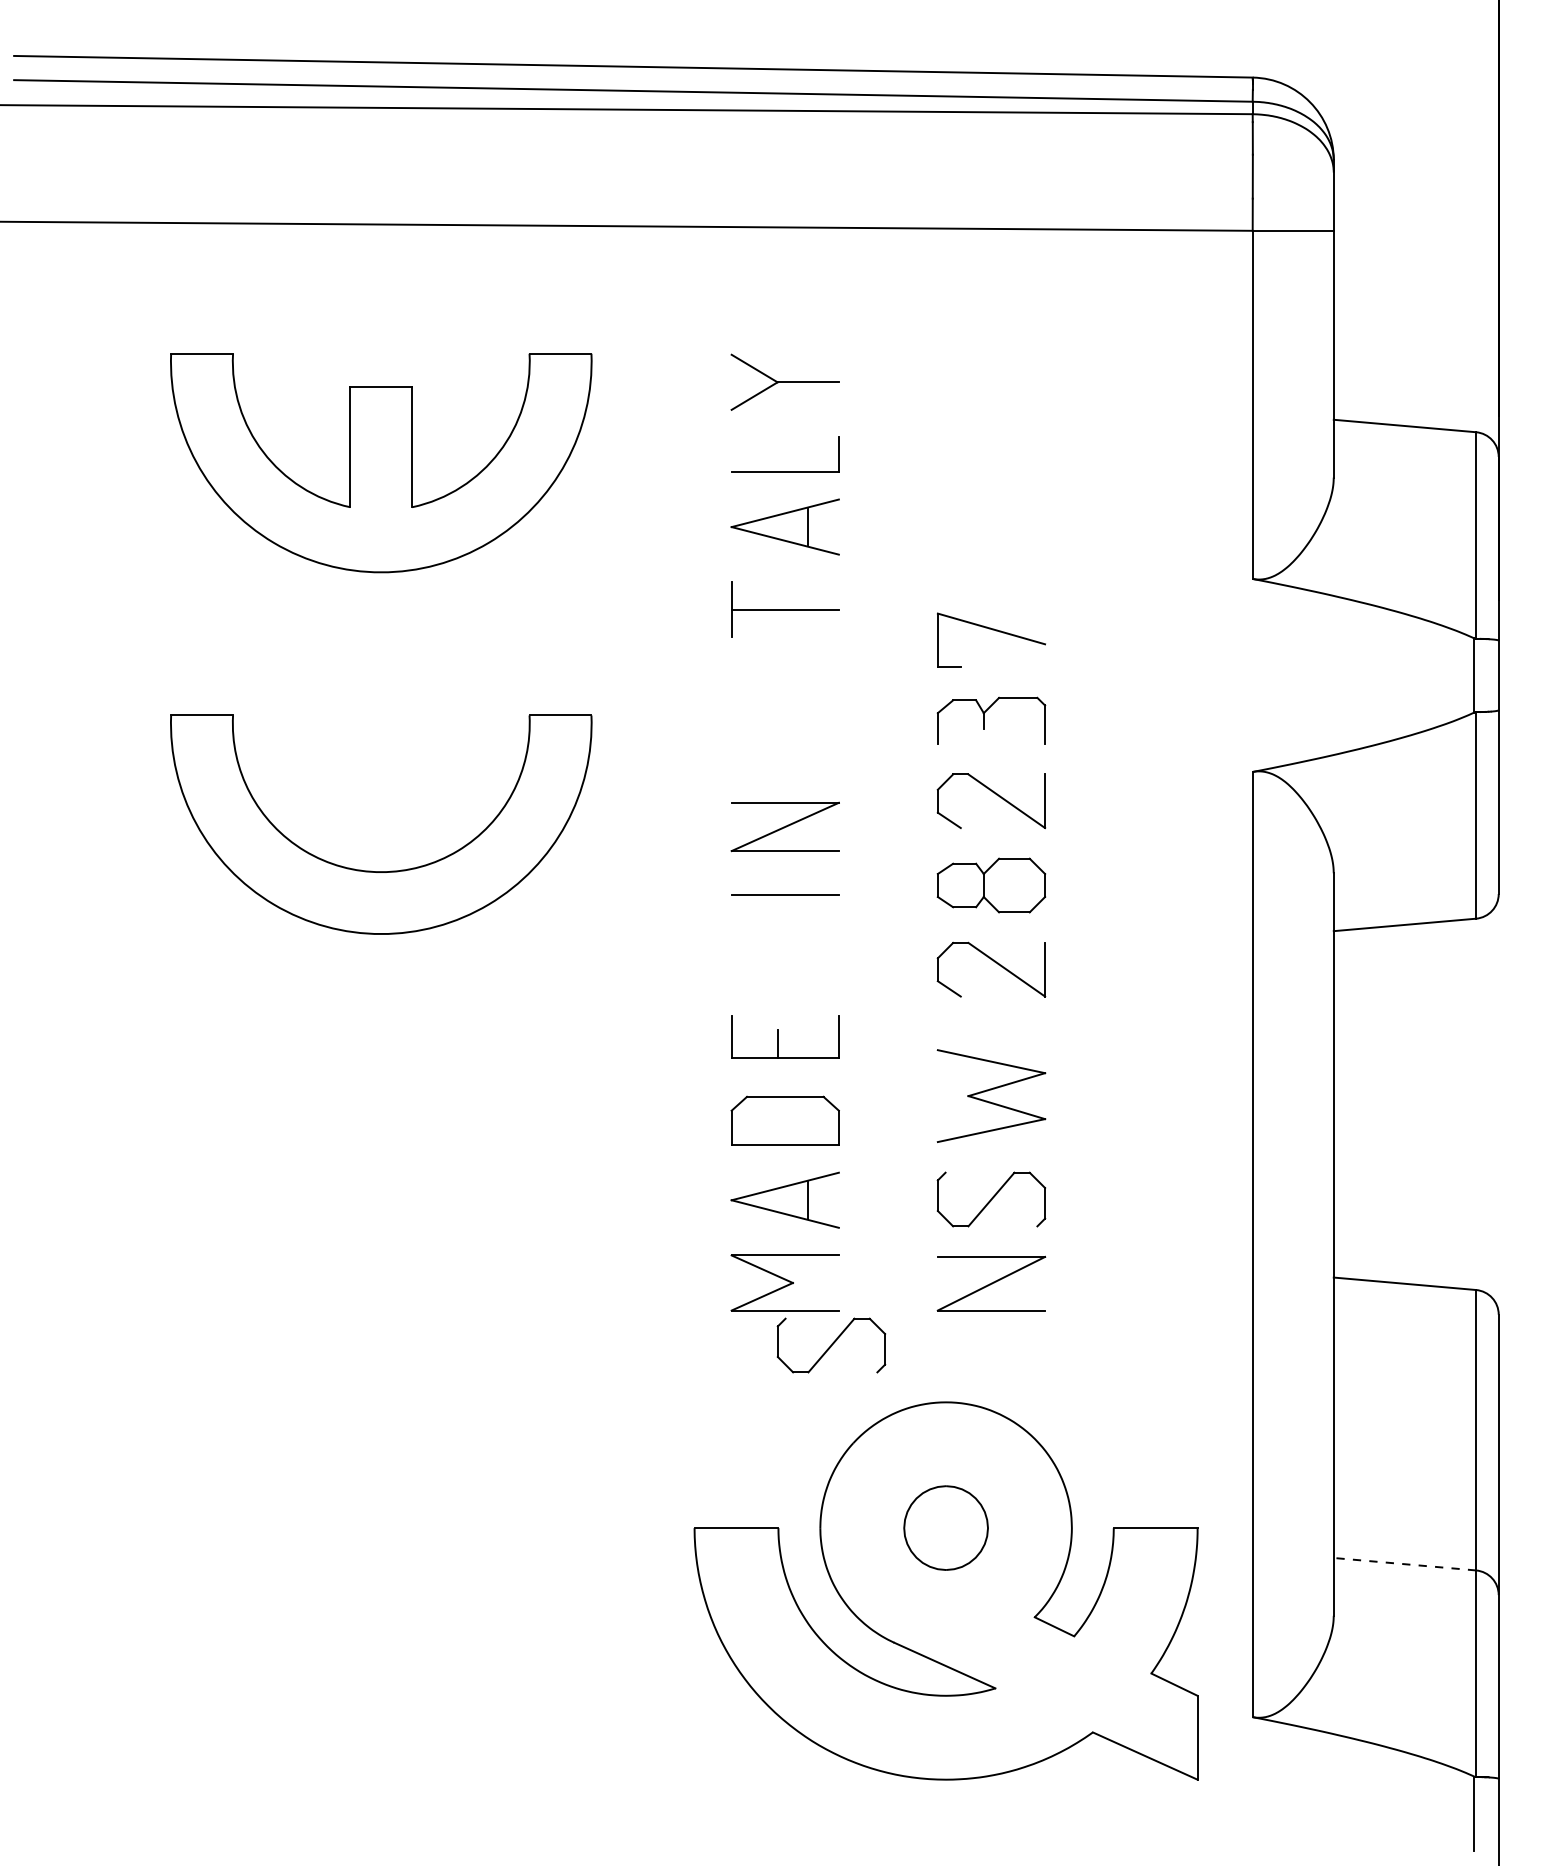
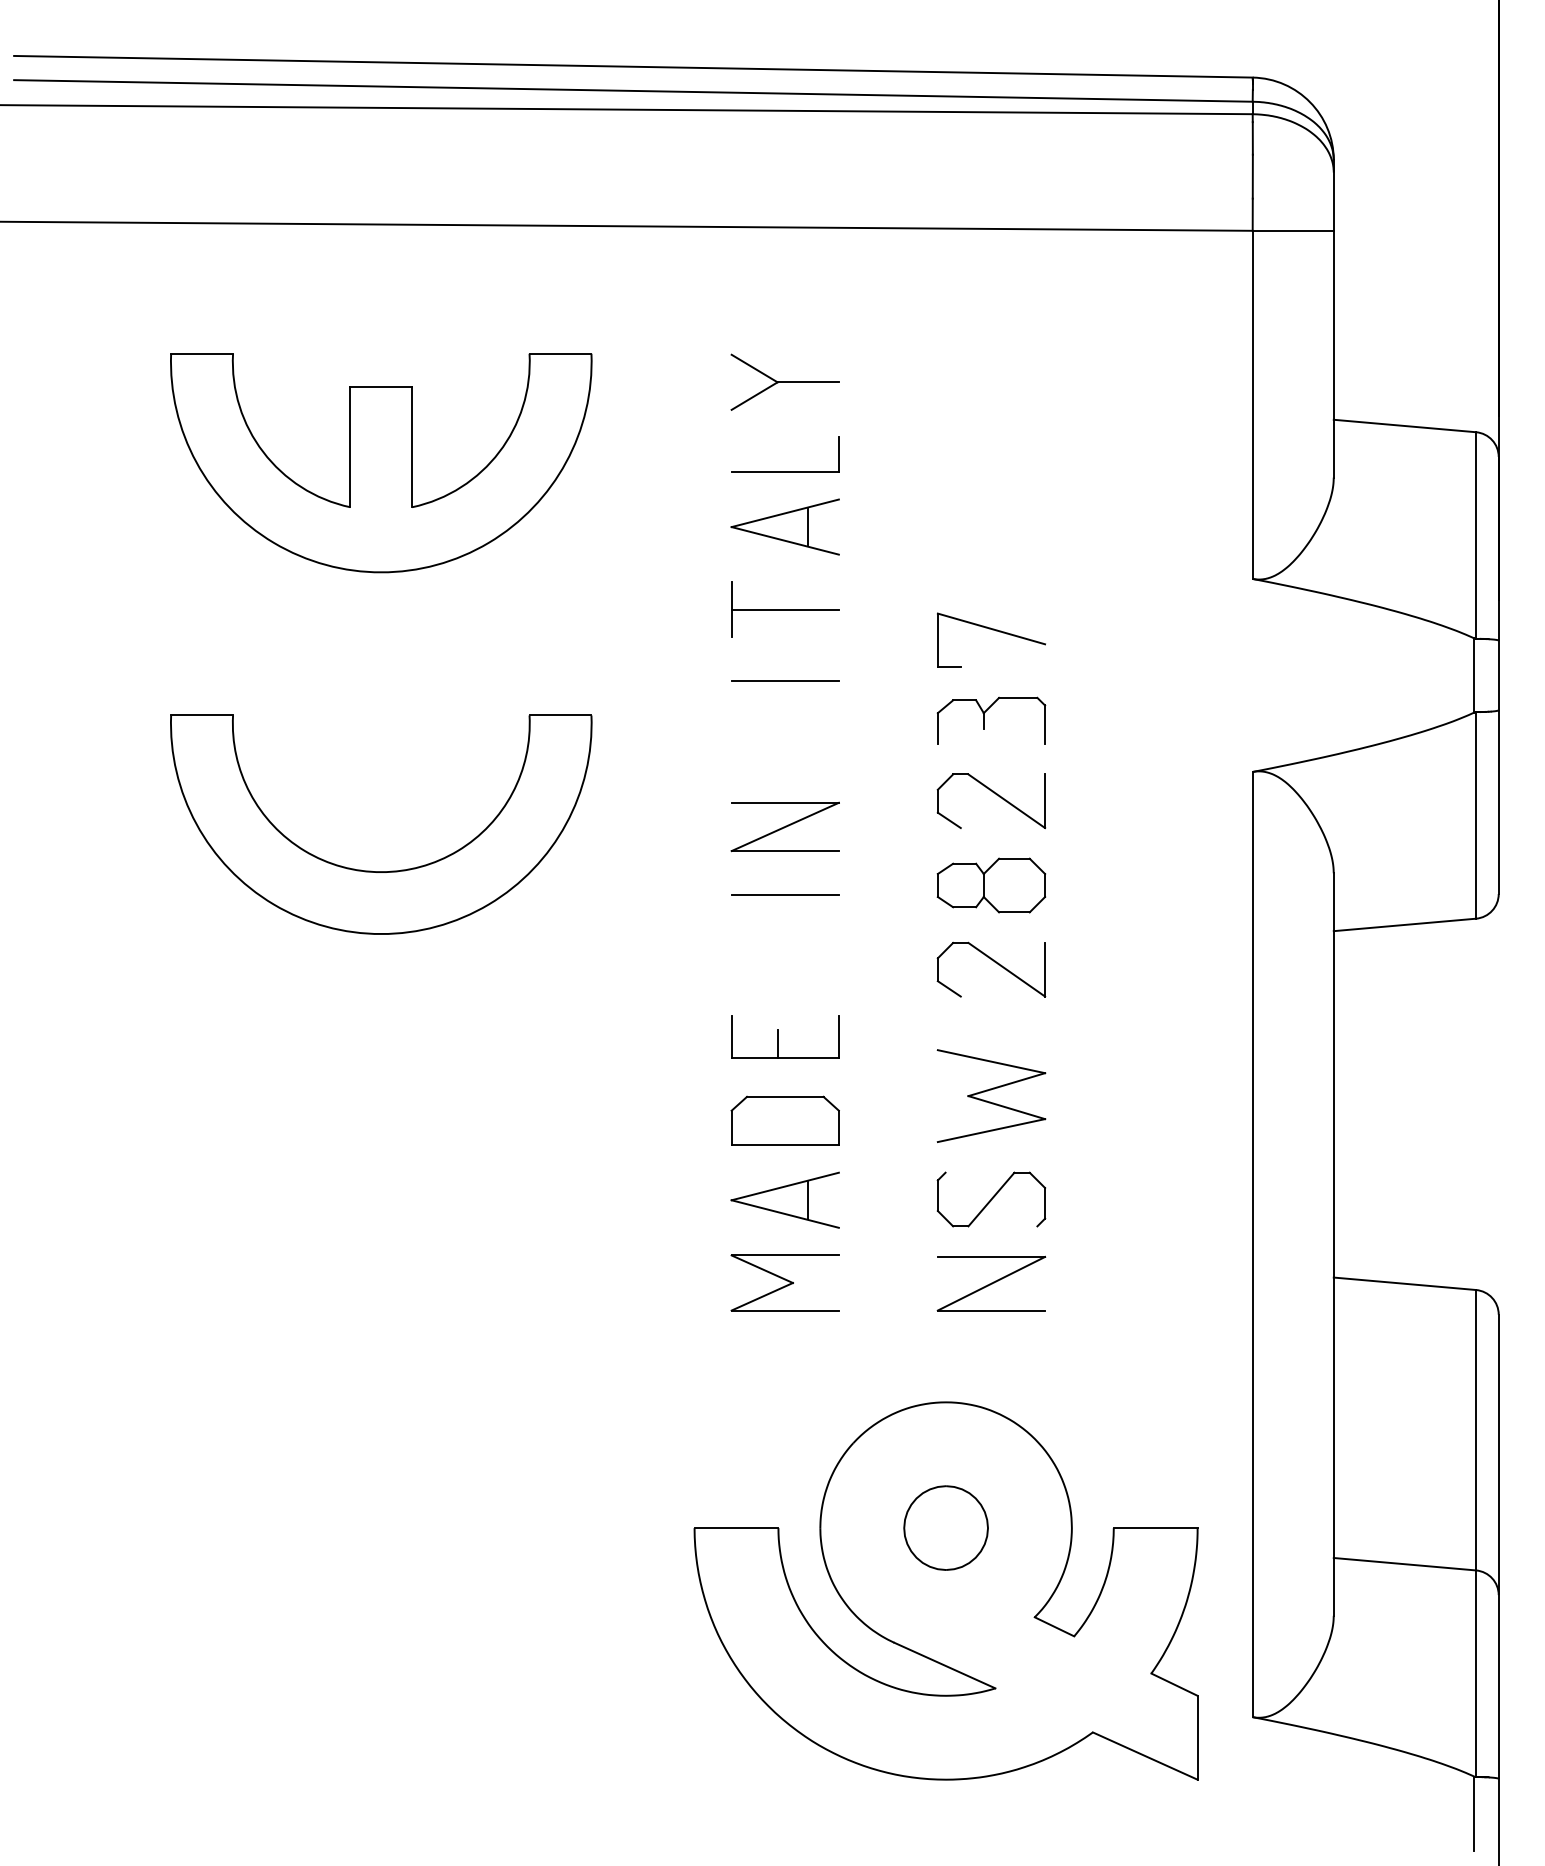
line at (784, 681): none -> present
part at (831, 1345): present -> none
line at (1404, 1564): dashed -> solid
